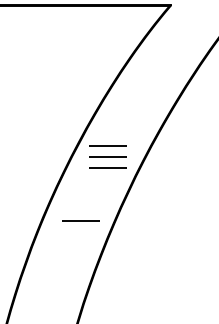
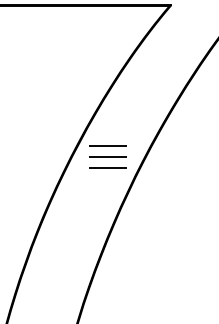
line at (80, 220): present -> none
